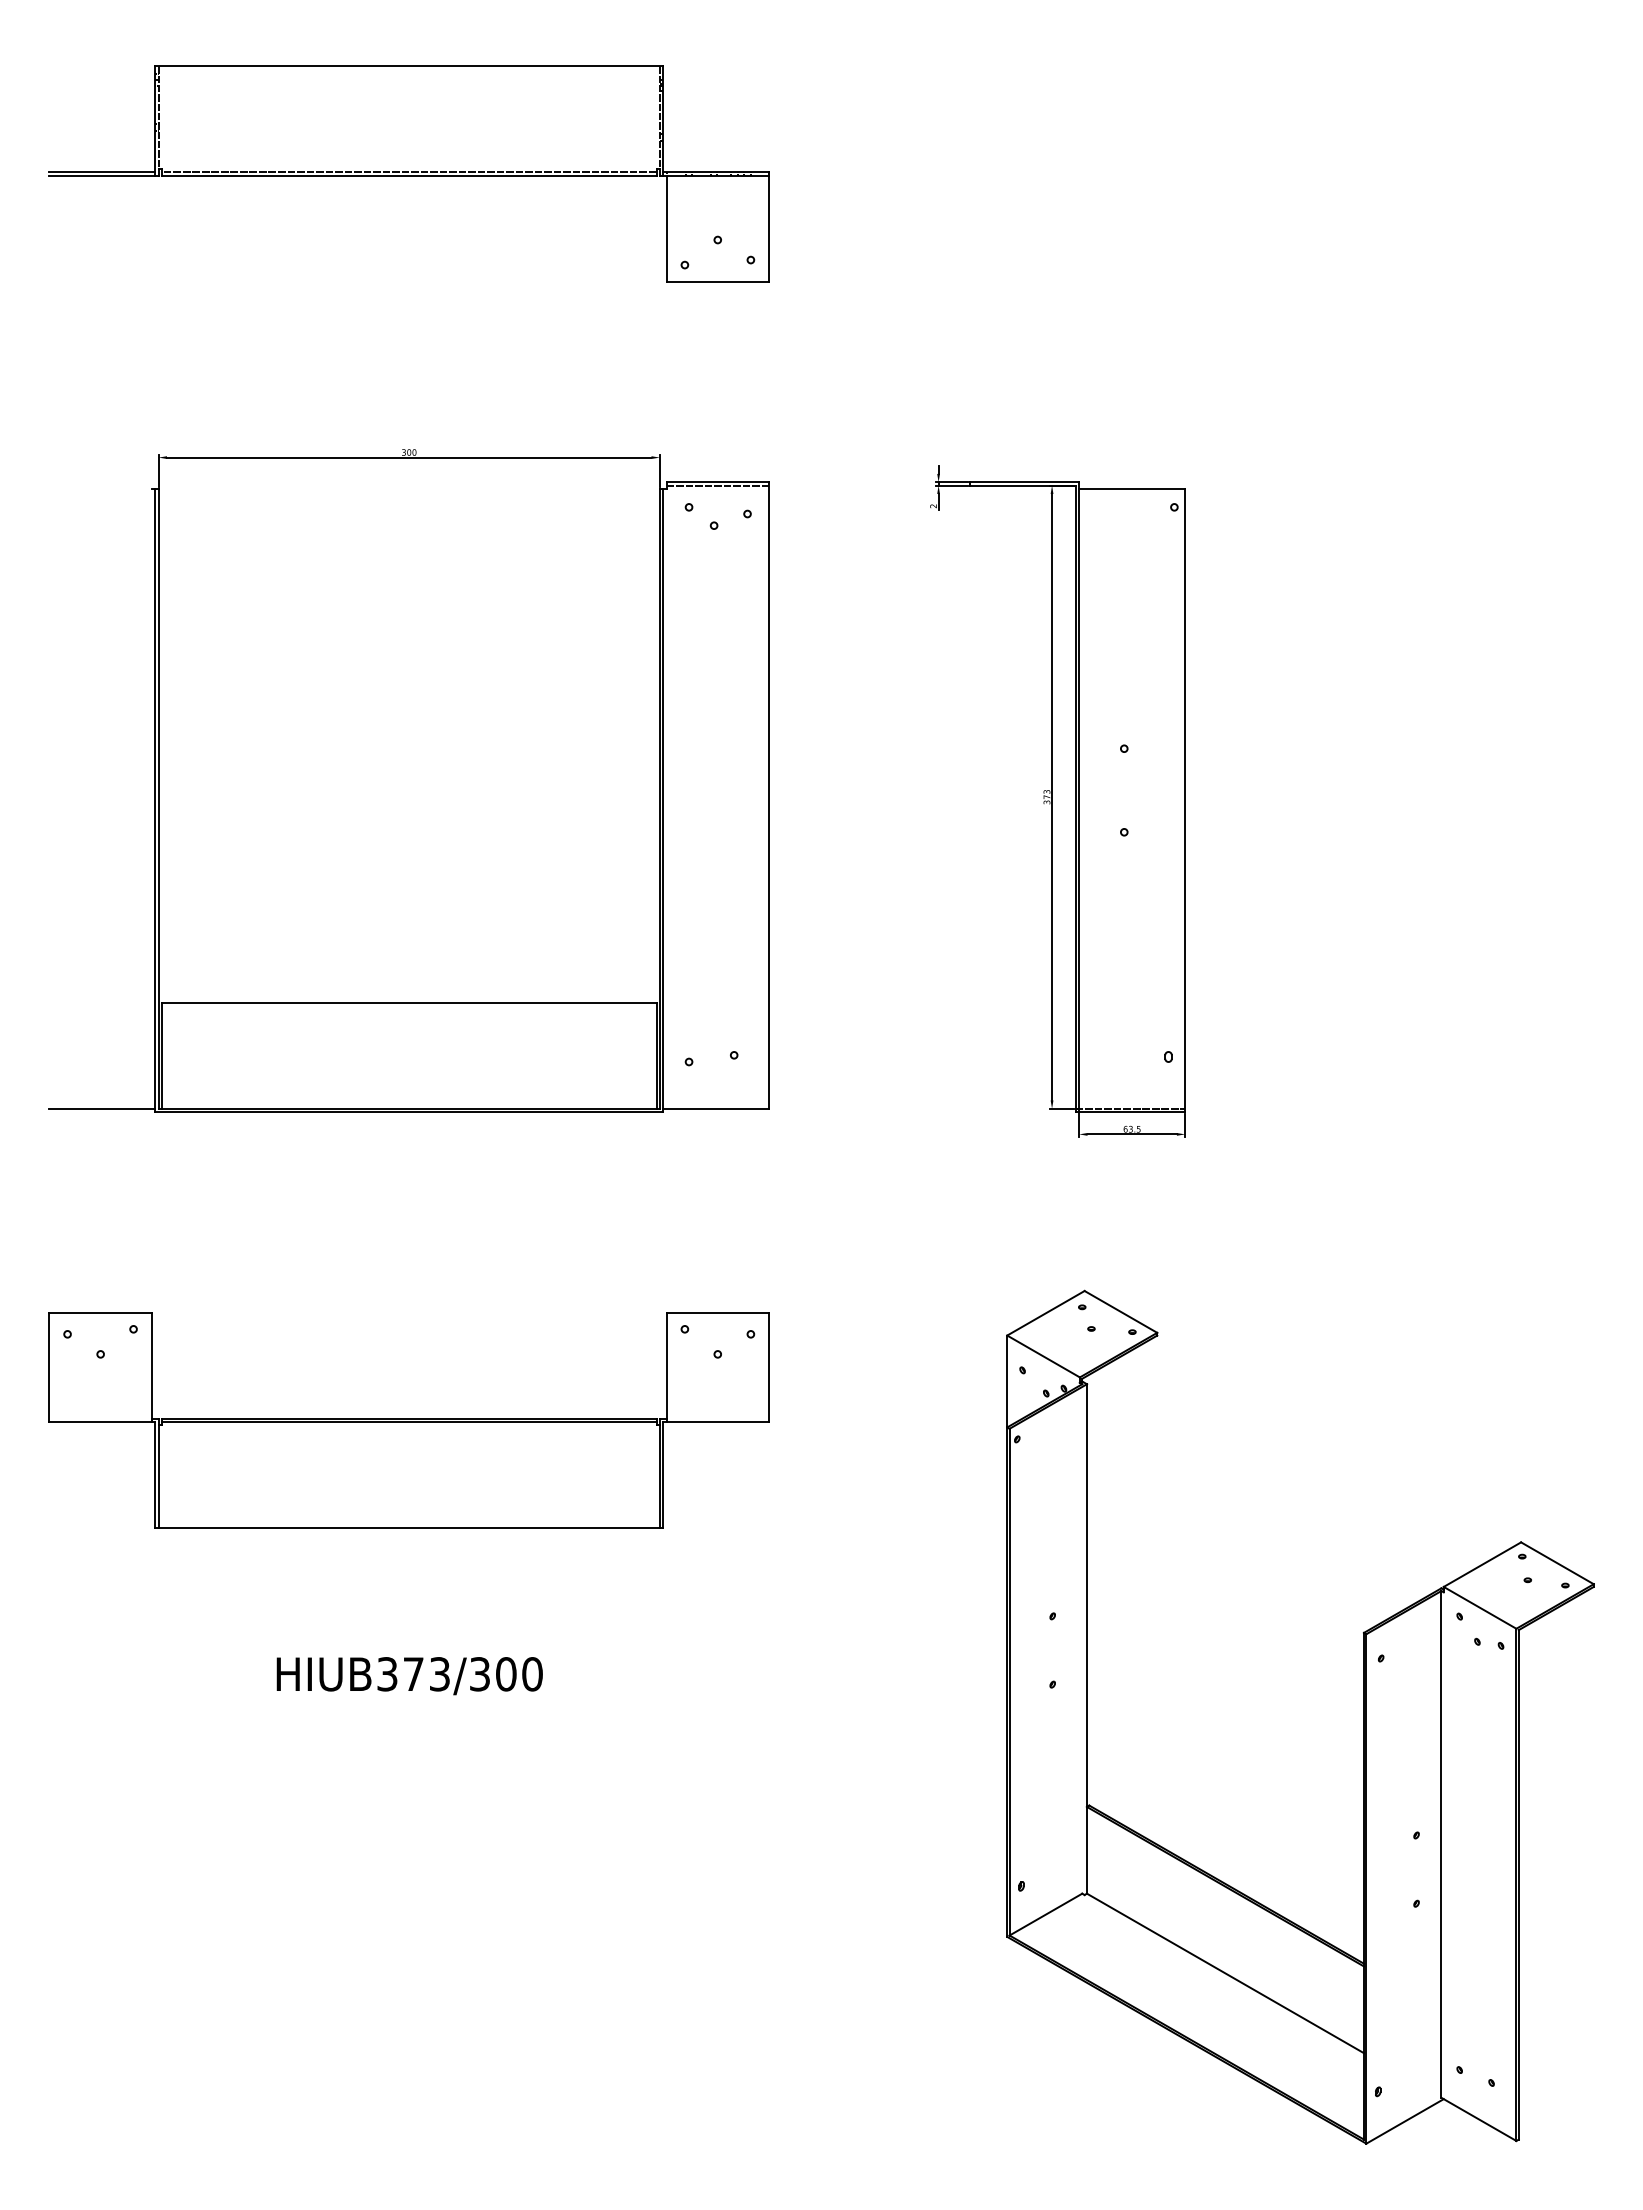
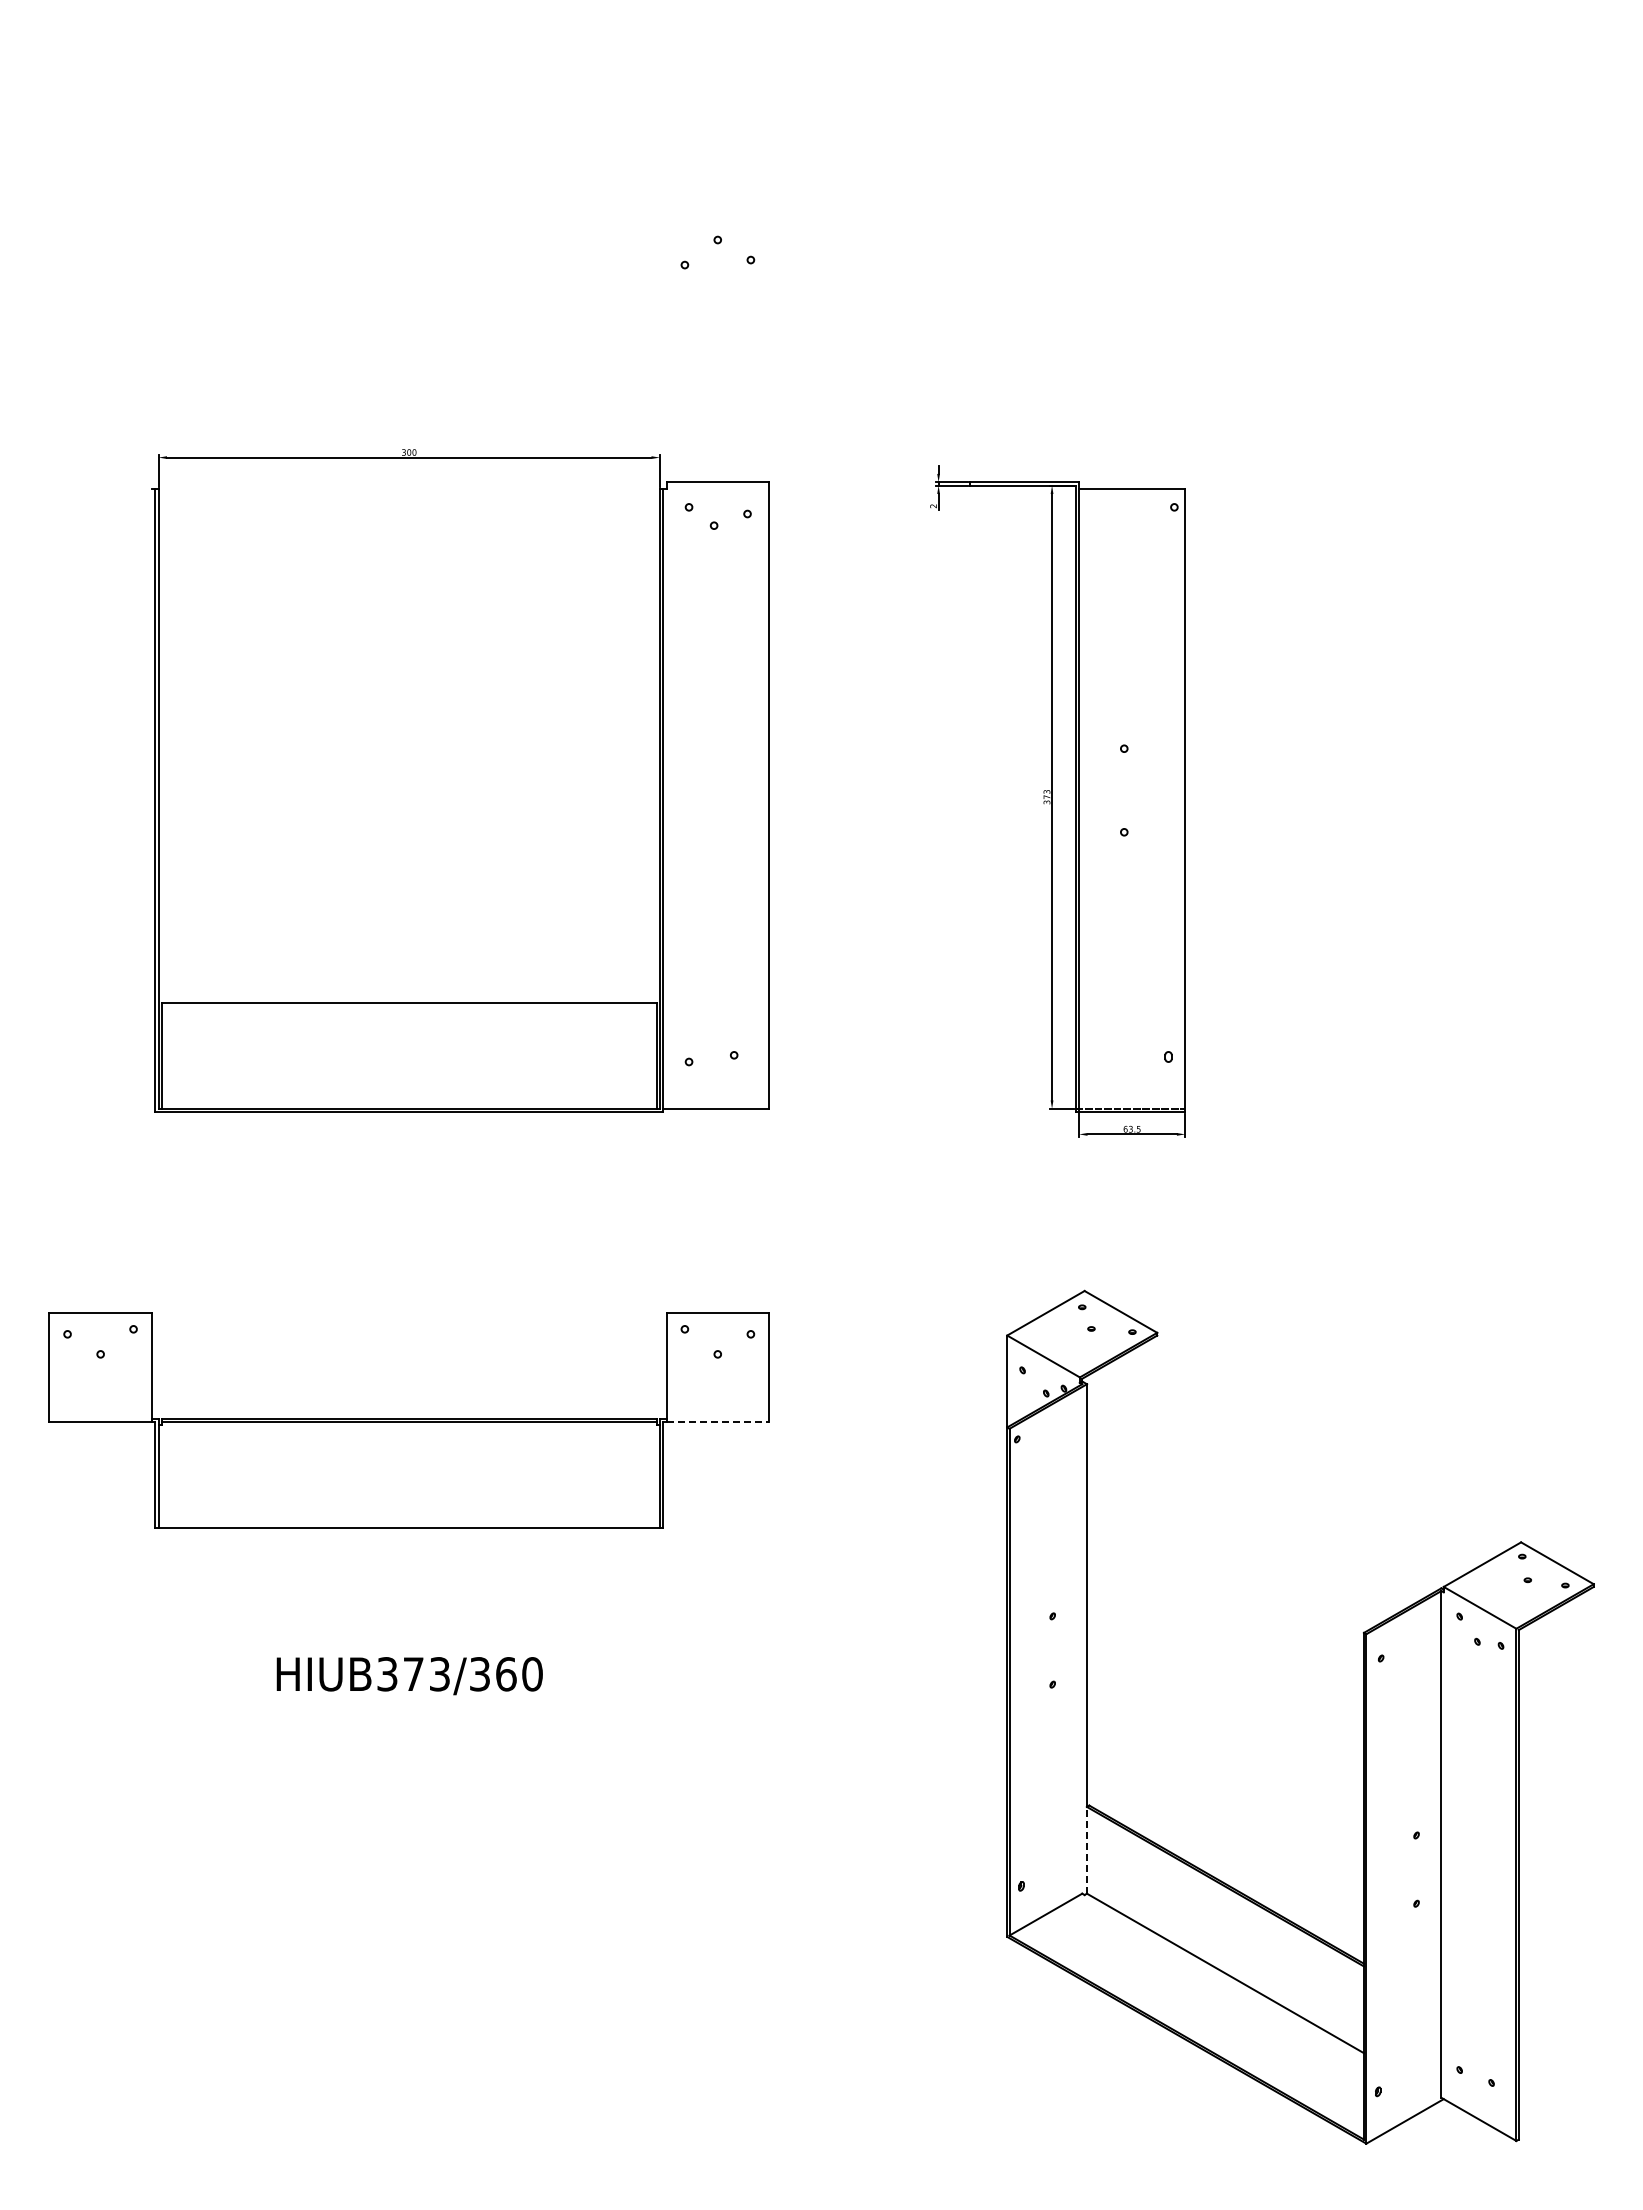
part at (408, 173): present -> none
line at (717, 485): present -> none
line at (102, 1108): present -> none
line at (718, 1422): solid -> dashed
text at (506, 1674): HIUB373/300 -> HIUB373/360
line at (1086, 1849): solid -> dashed
